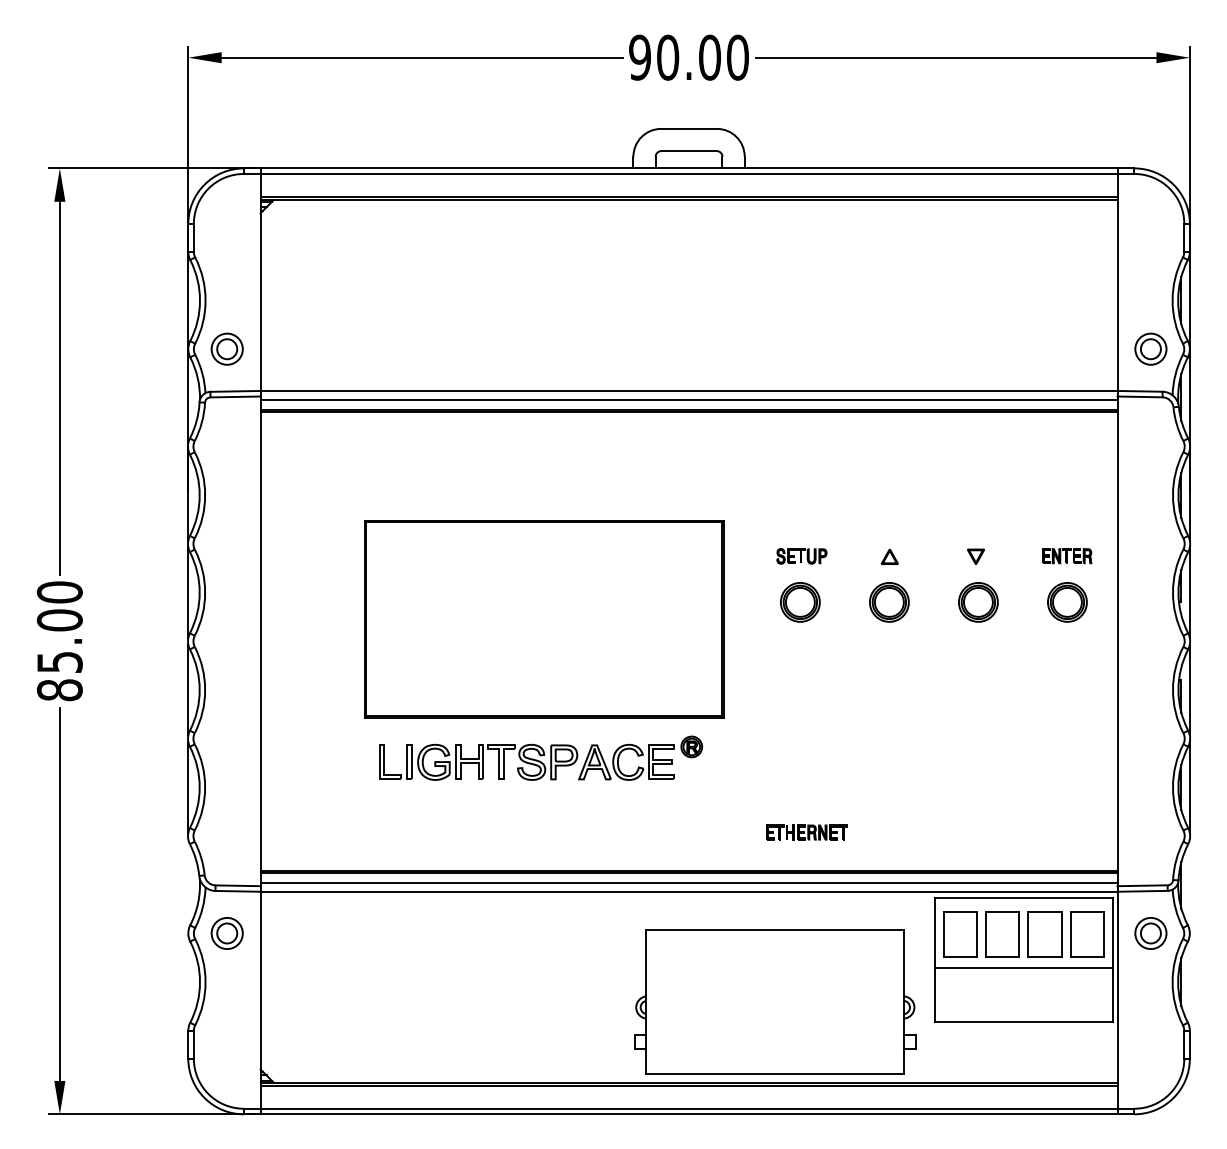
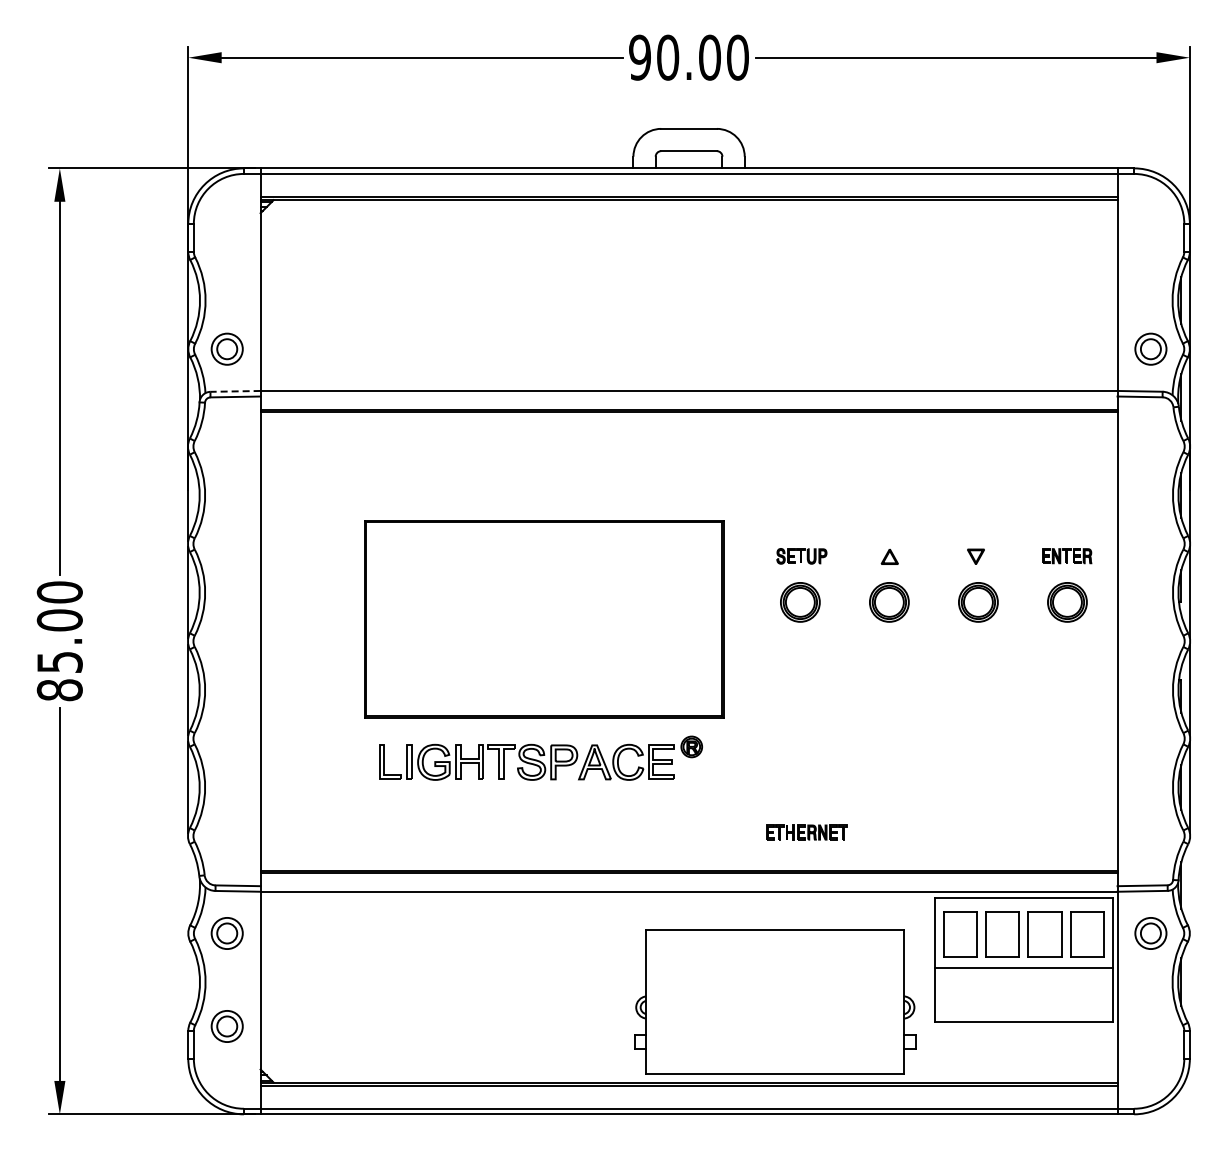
line at (235, 391): solid -> dashed
line at (688, 399): present -> none
line at (688, 882): present -> none
part at (226, 1026): none -> present
